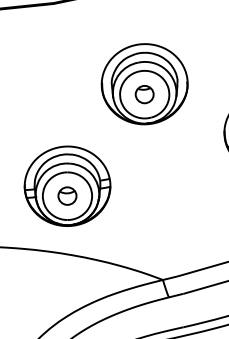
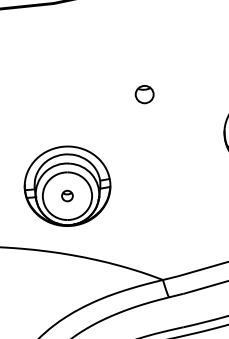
part at (144, 84): present -> none
part at (67, 195) size: 21x20 px -> 13x14 px
